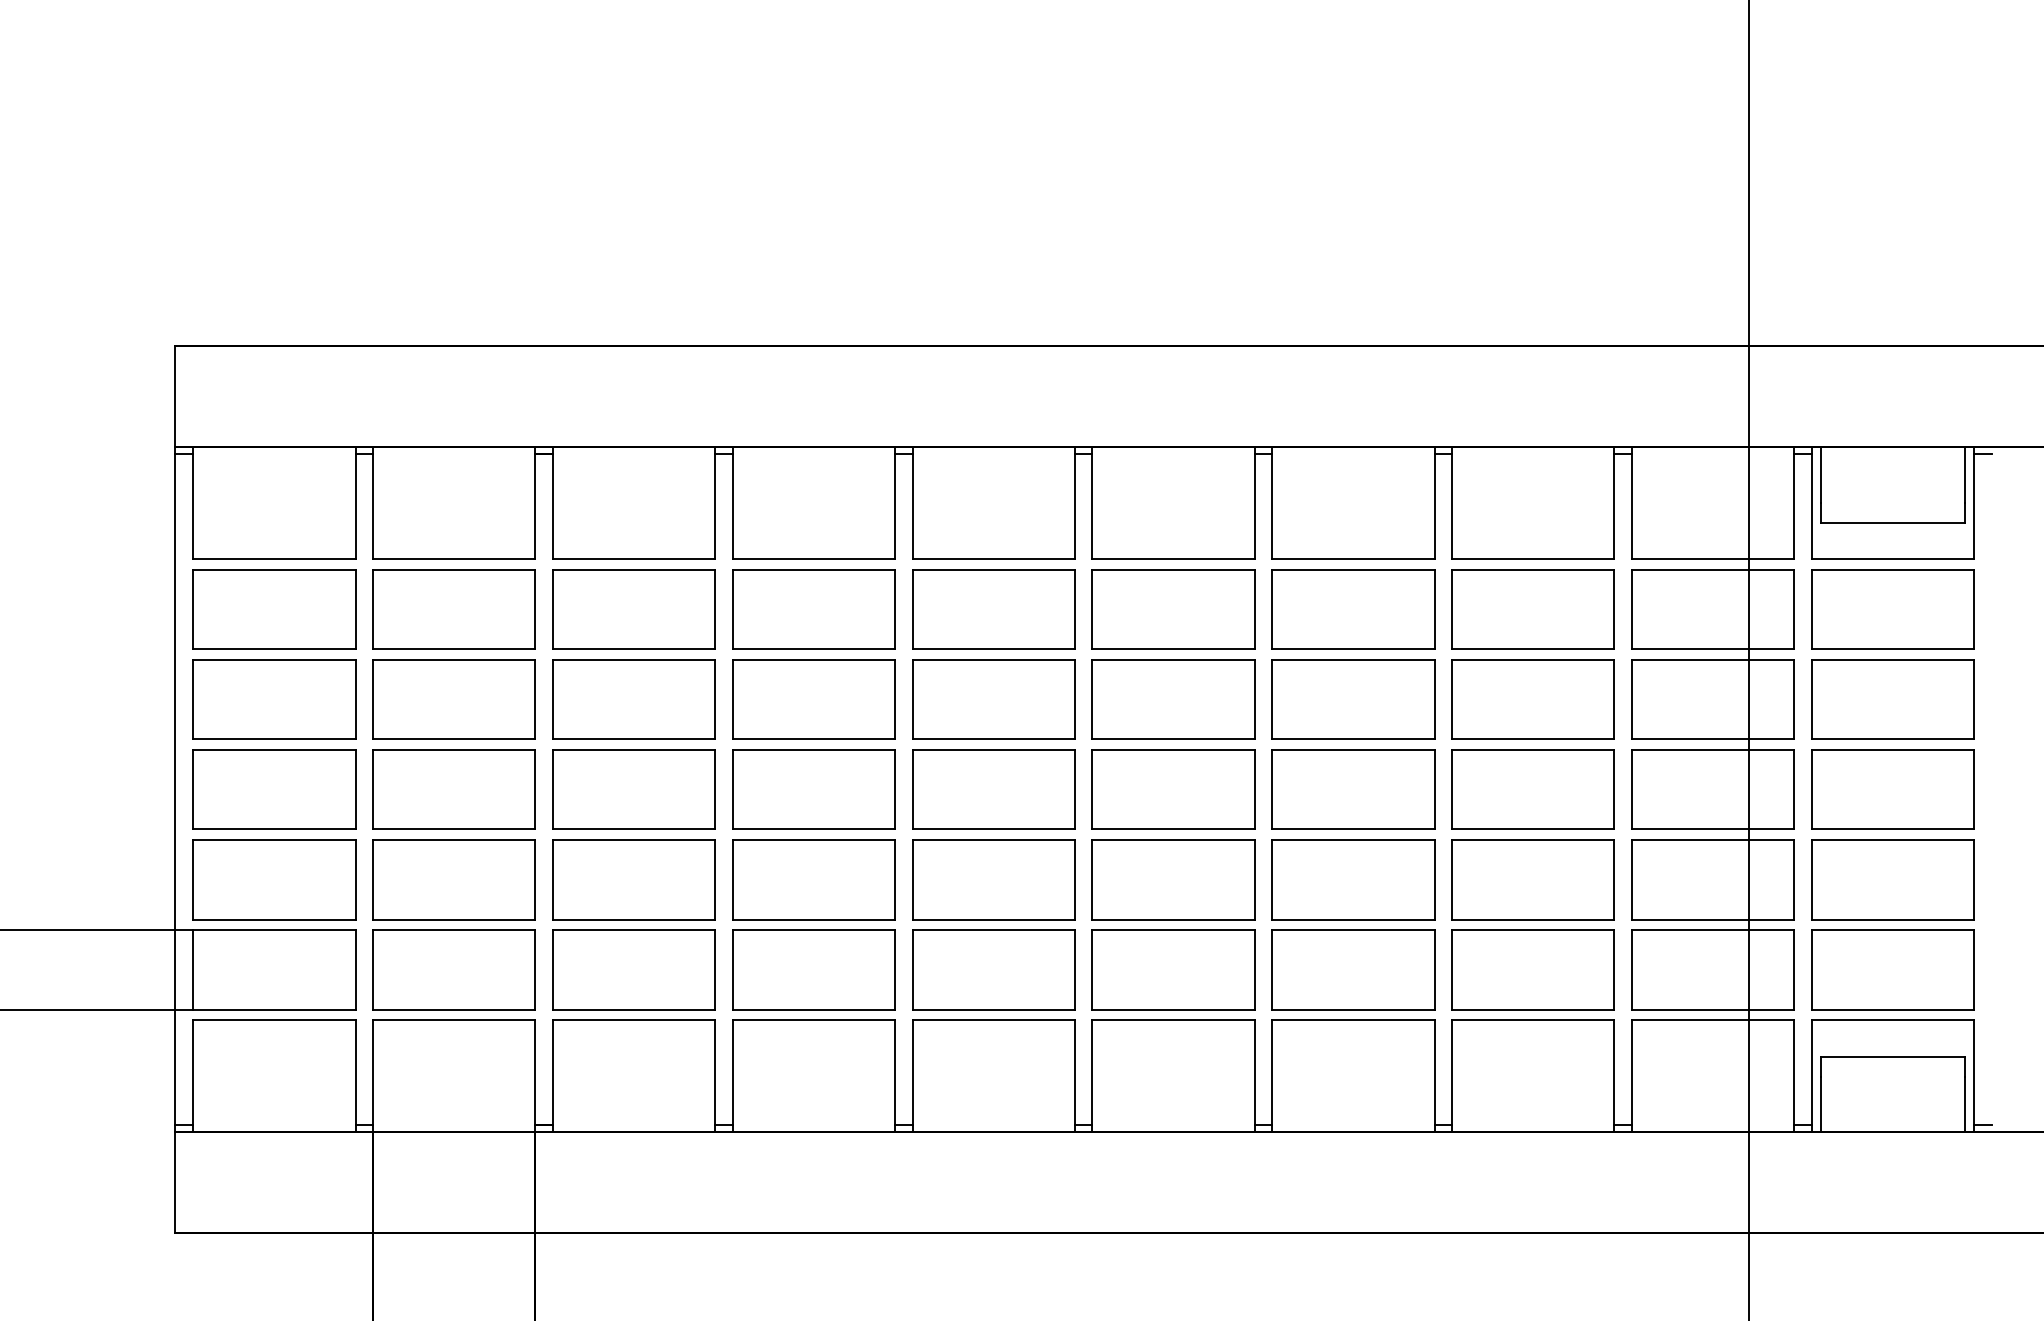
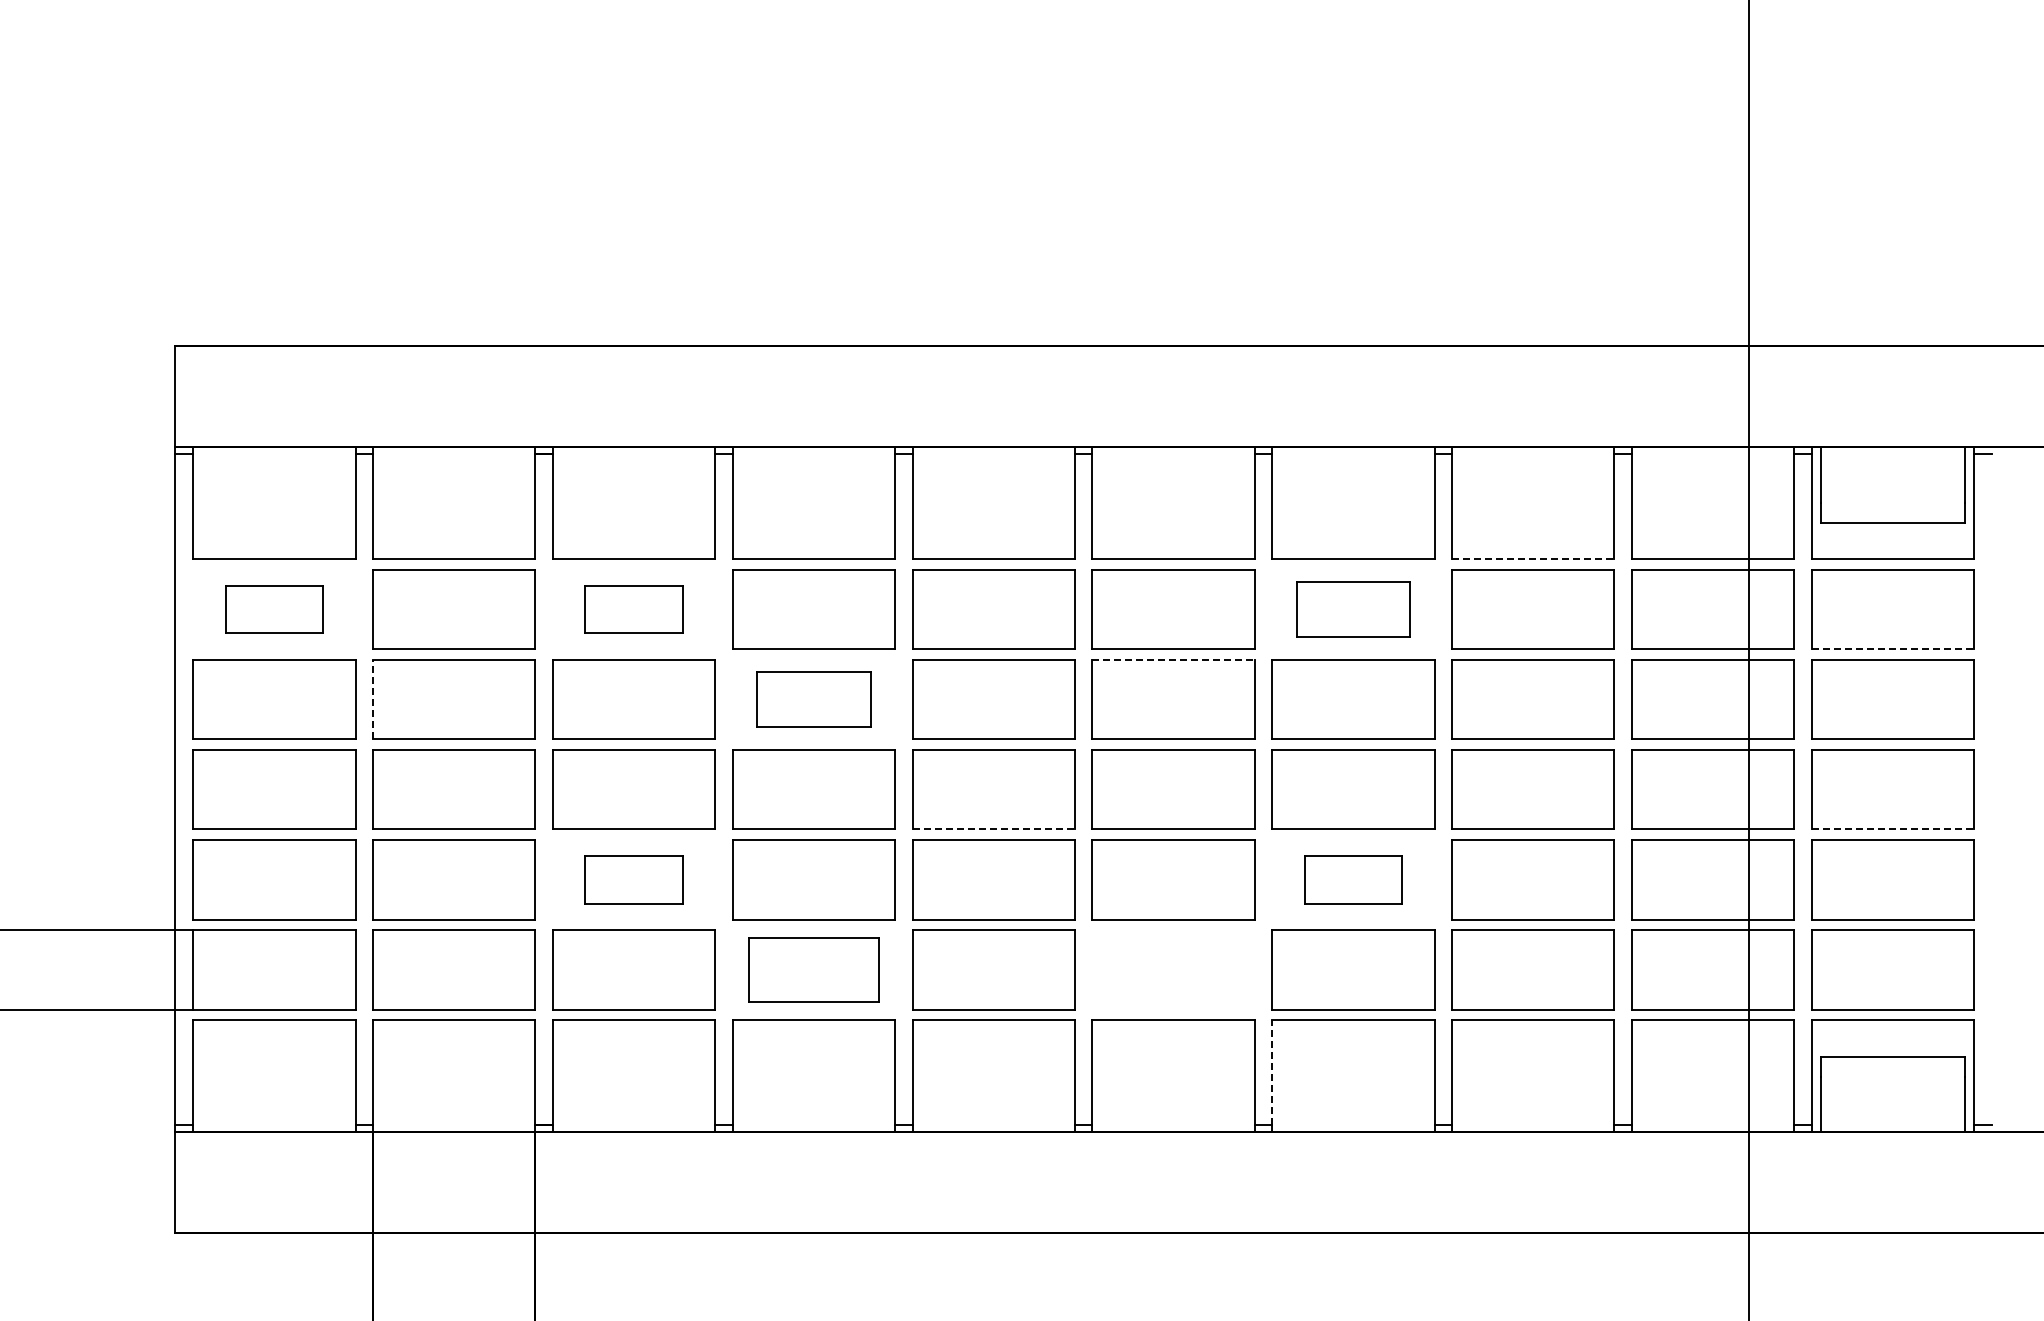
line at (1533, 559): solid -> dashed
part at (274, 609) size: 165x81 px -> 99x49 px
part at (633, 609) size: 164x81 px -> 100x49 px
part at (1353, 609) size: 165x81 px -> 115x57 px
line at (1893, 649): solid -> dashed
line at (1174, 659): solid -> dashed
line at (373, 699): solid -> dashed
part at (813, 699) size: 164x81 px -> 116x57 px
line at (994, 829): solid -> dashed
line at (1893, 829): solid -> dashed
part at (633, 879) size: 164x82 px -> 100x50 px
part at (1353, 879) size: 165x82 px -> 99x50 px
part at (813, 969) size: 164x82 px -> 132x66 px
part at (1173, 969): present -> none
line at (1272, 1072): solid -> dashed
